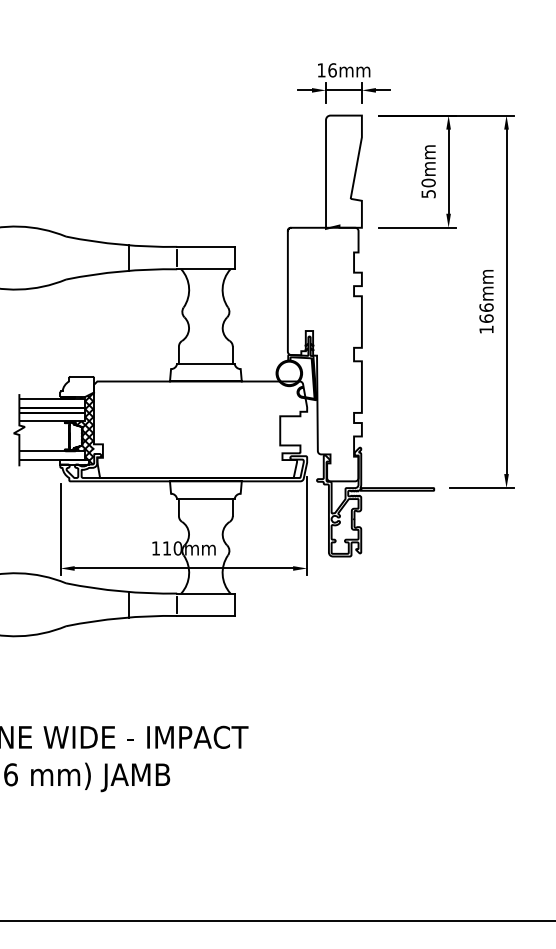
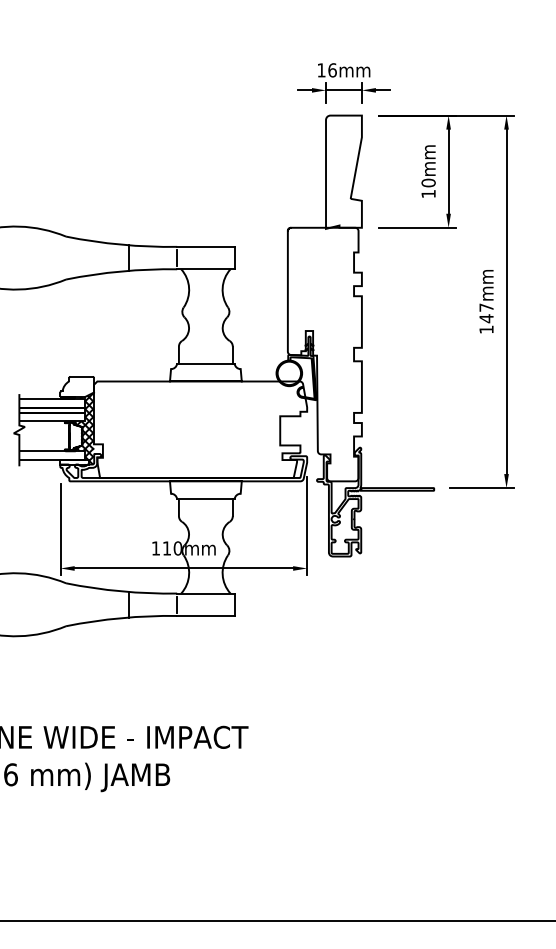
text at (428, 194): 50mm -> 10mm
text at (486, 313): 166mm -> 147mm
